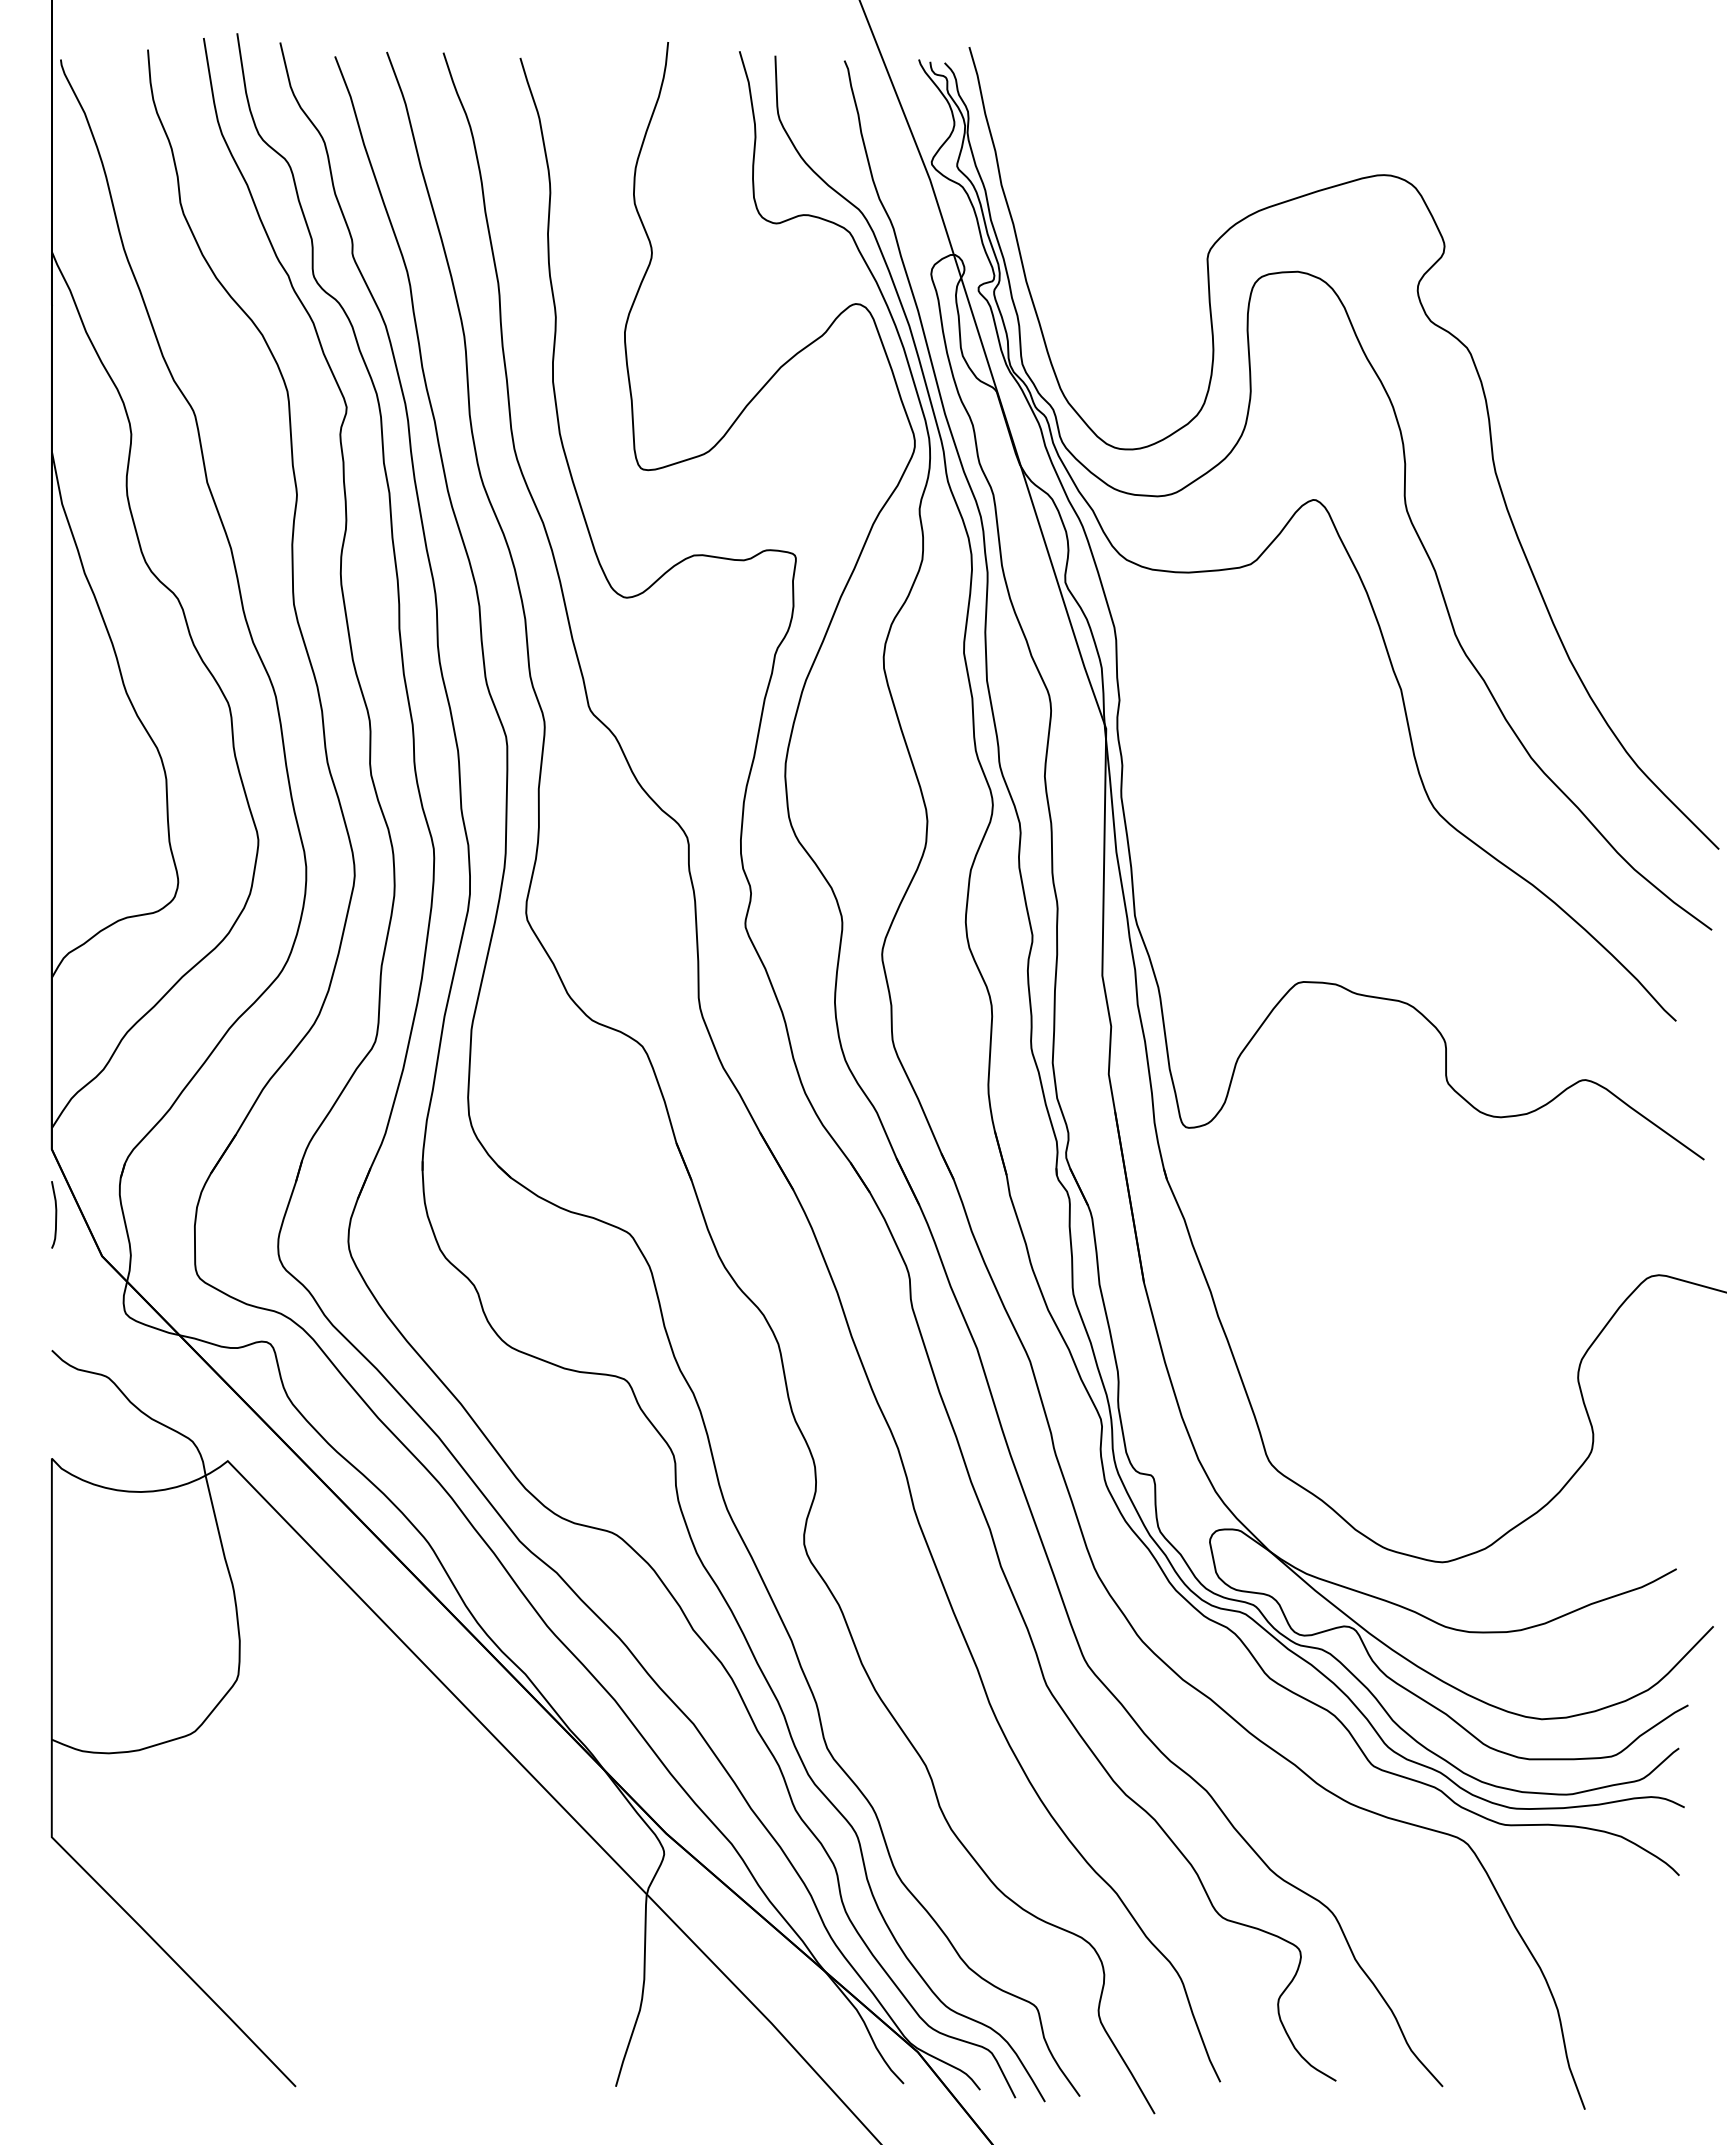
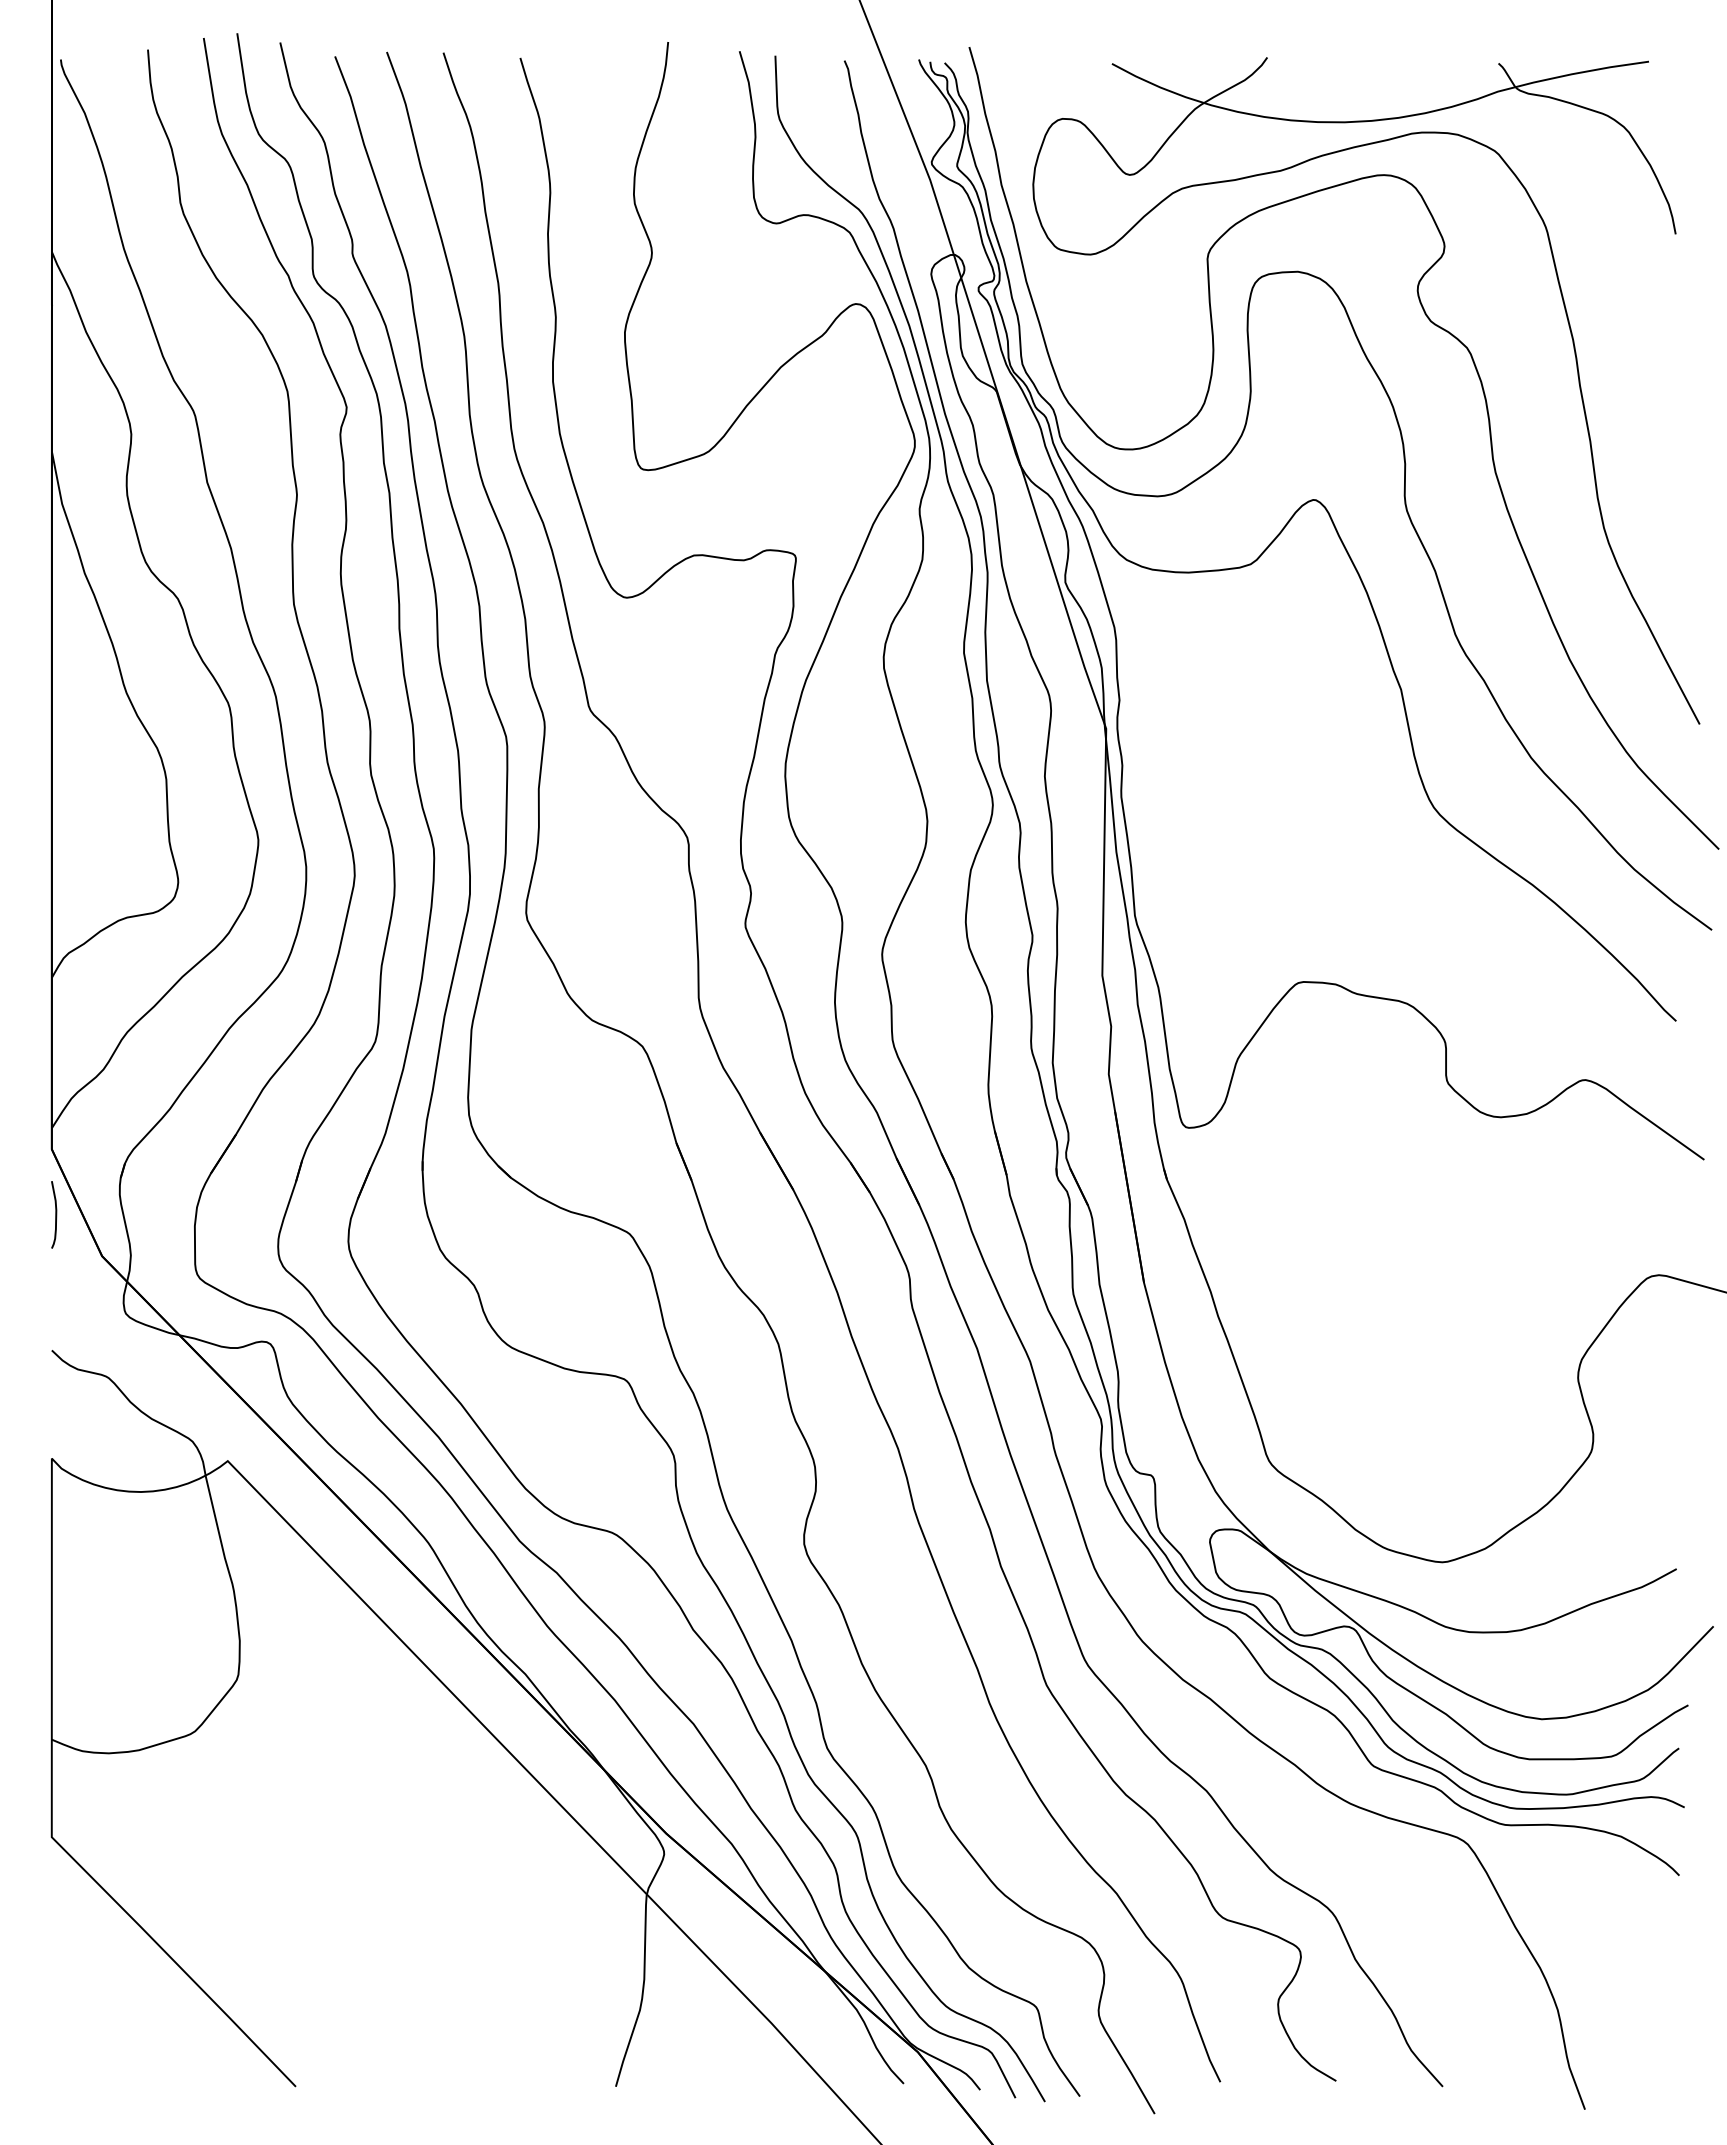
part at (1575, 361): none -> present
